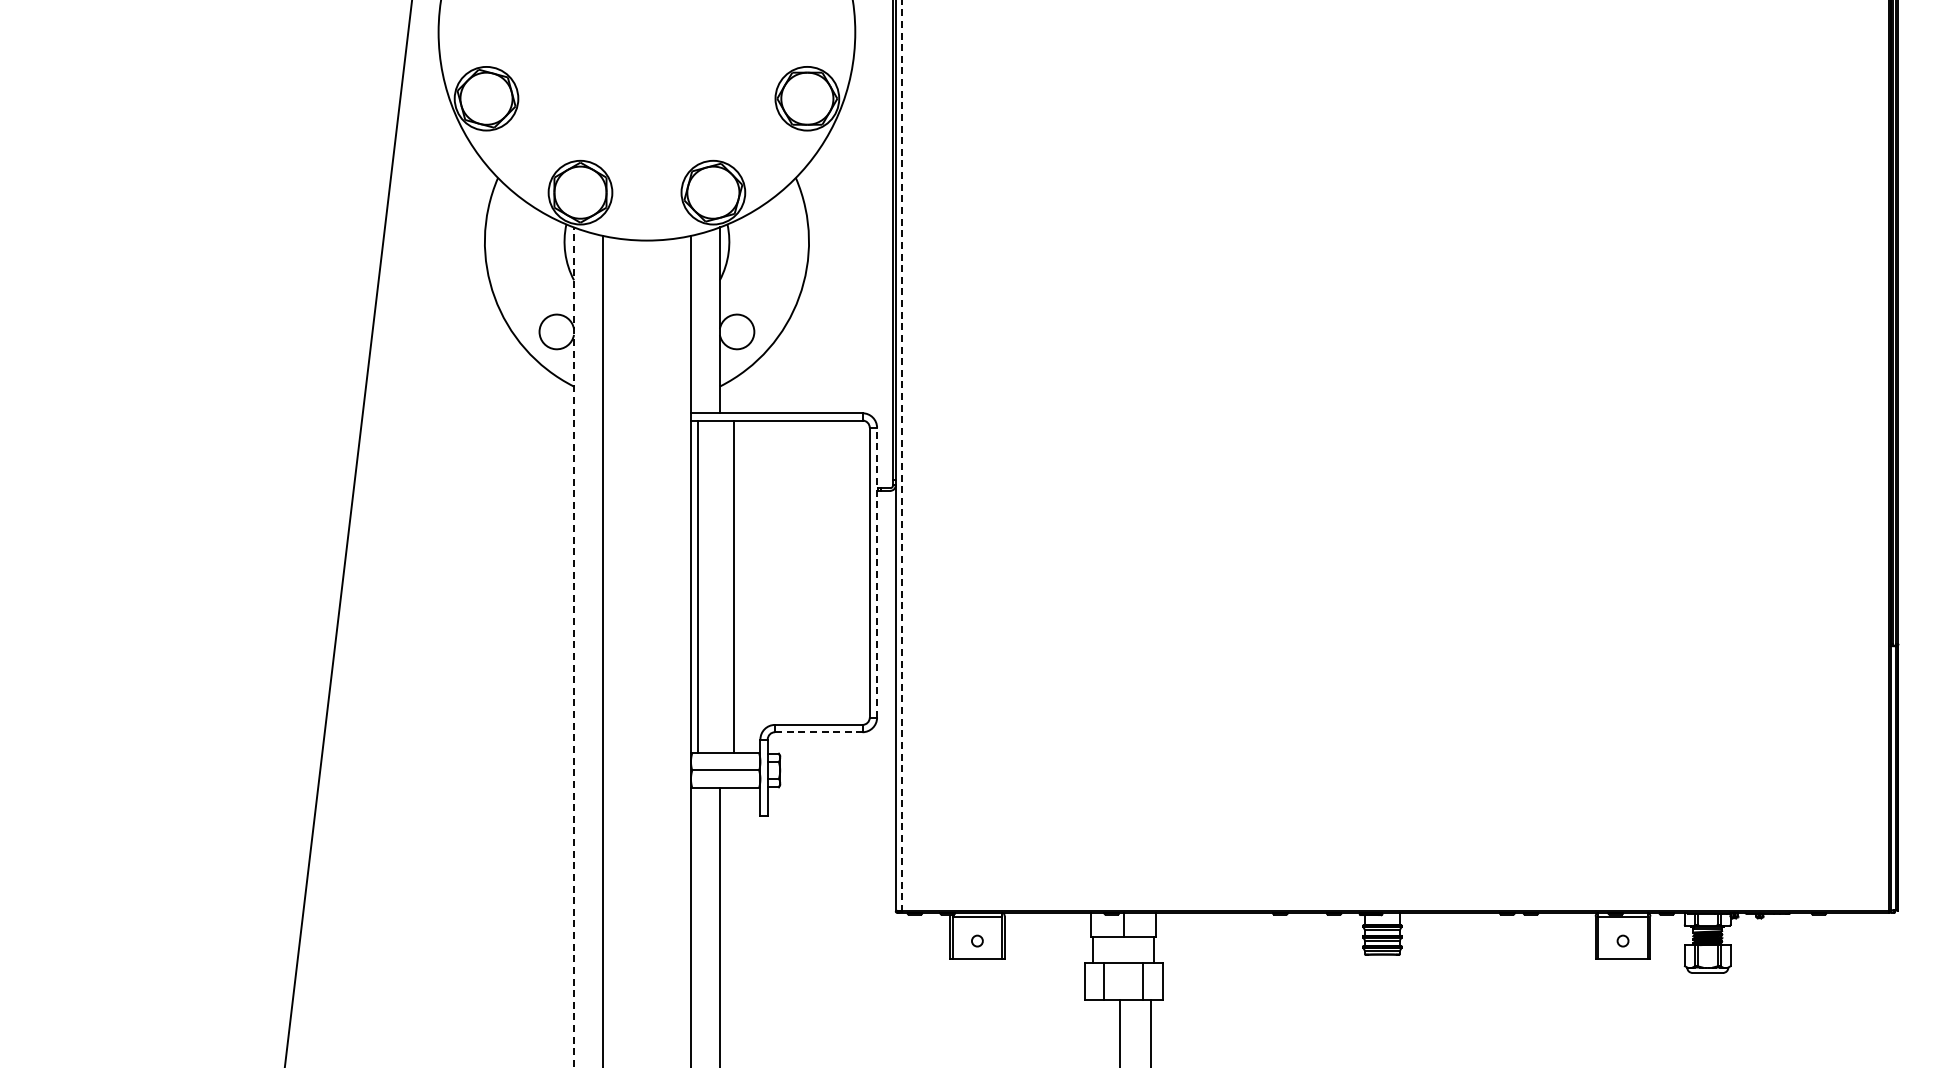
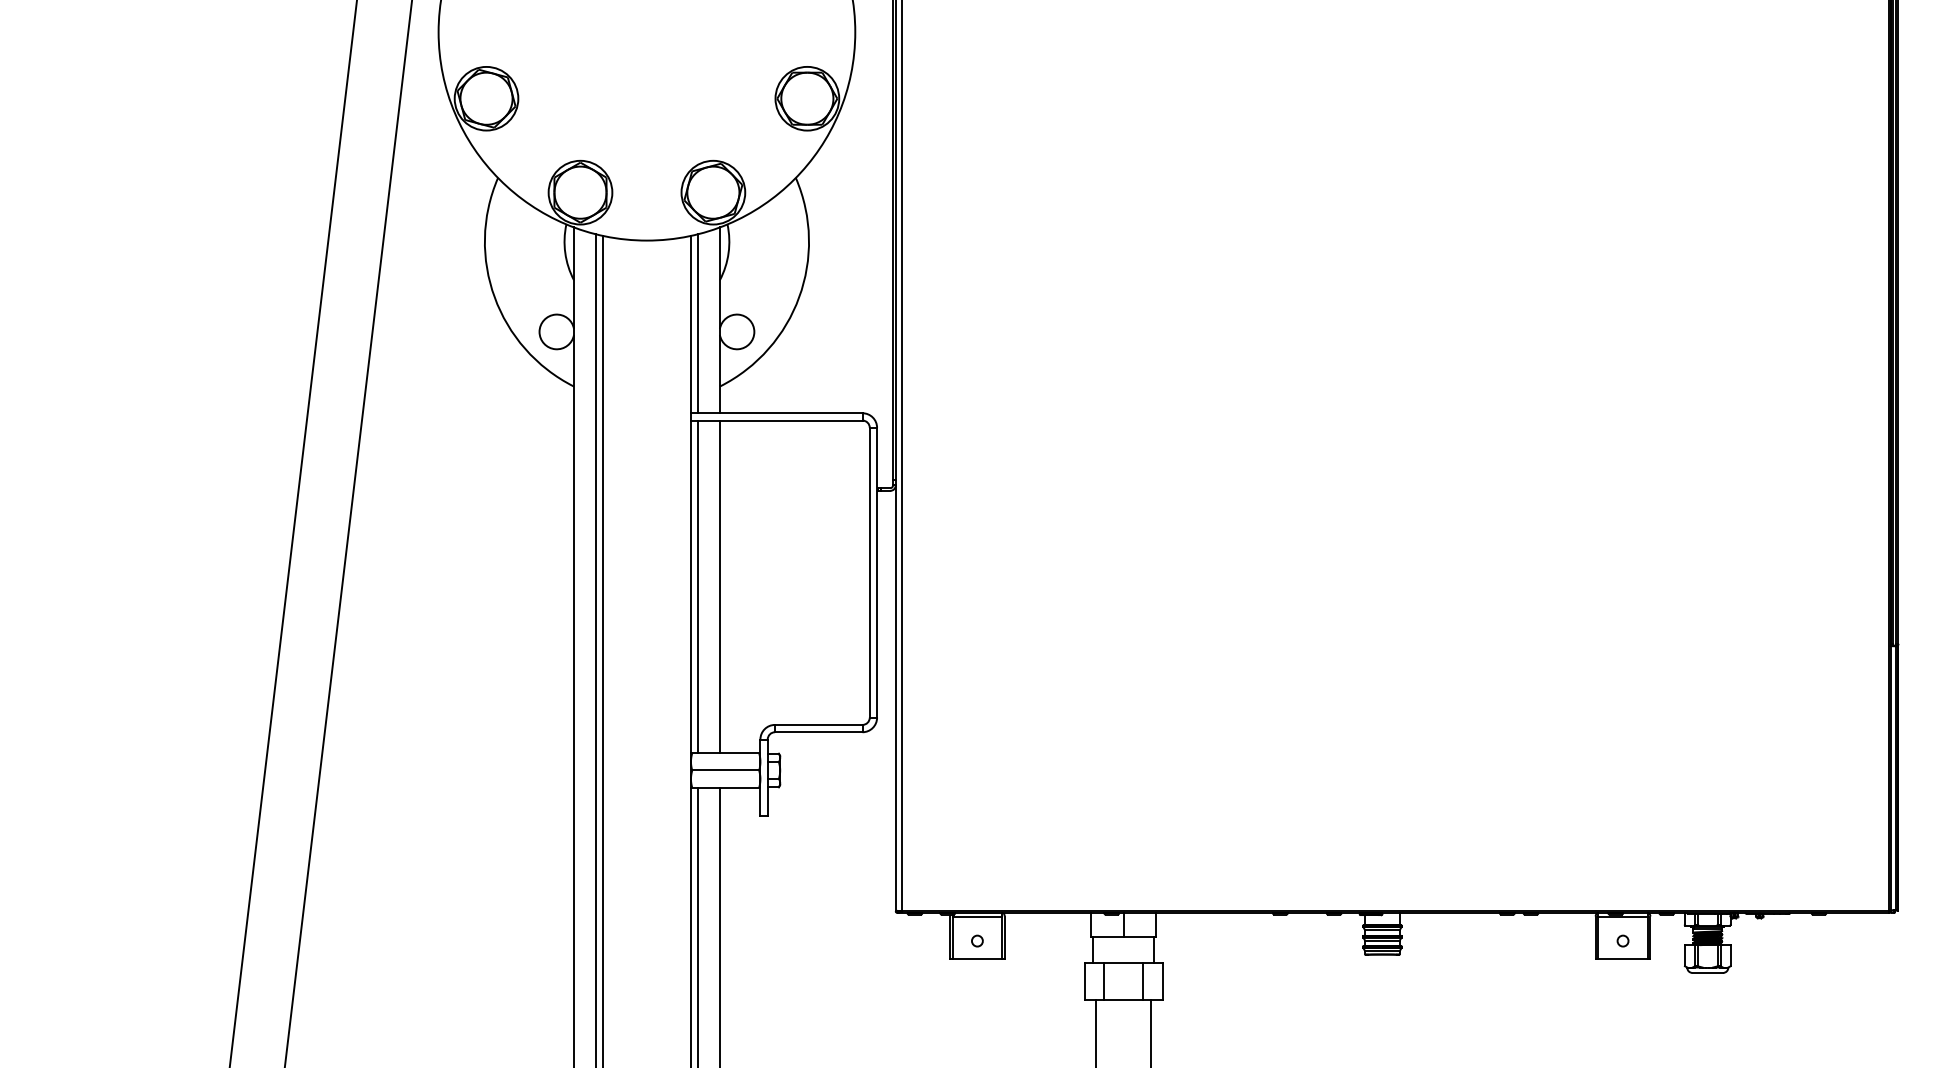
line at (697, 323): none -> present
line at (901, 456): dashed -> solid
line at (293, 533): none -> present
line at (877, 572): dashed -> solid
line at (733, 586) position: (733, 586) -> (719, 586)
line at (574, 647): dashed -> solid
line at (595, 649): none -> present
line at (818, 732): dashed -> solid
line at (697, 925): none -> present
line at (1120, 1031) position: (1120, 1031) -> (1096, 1031)
